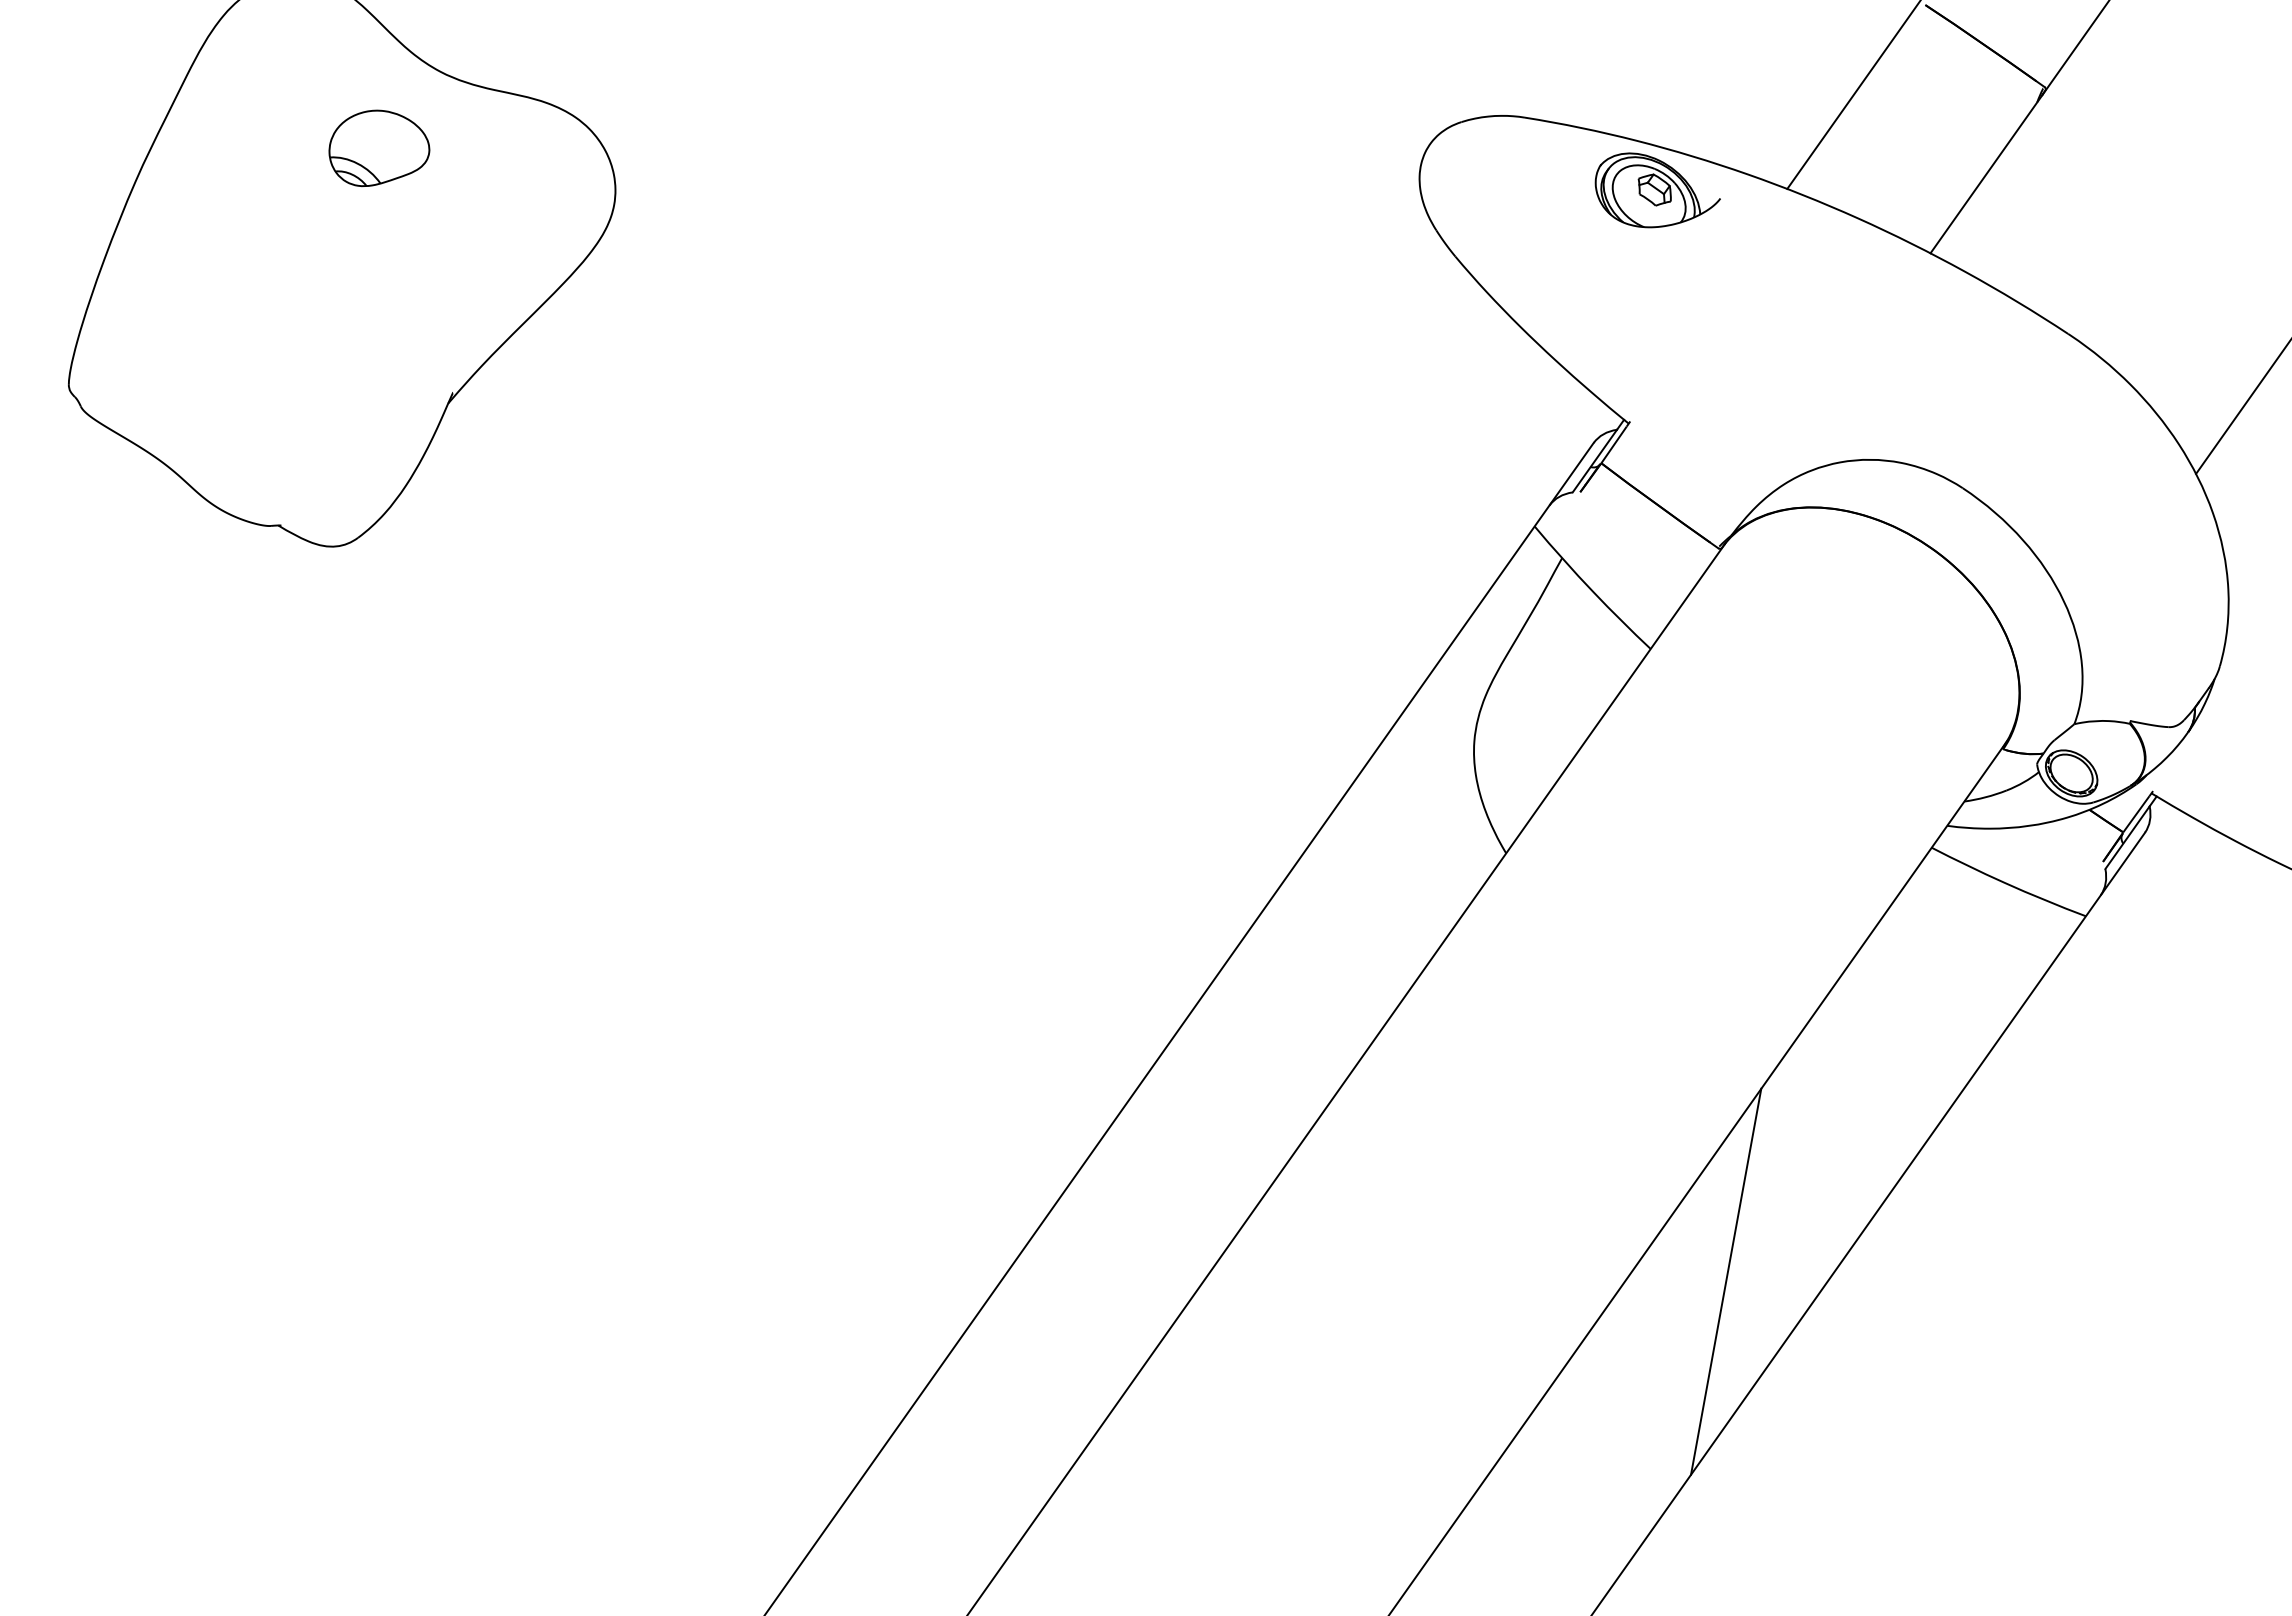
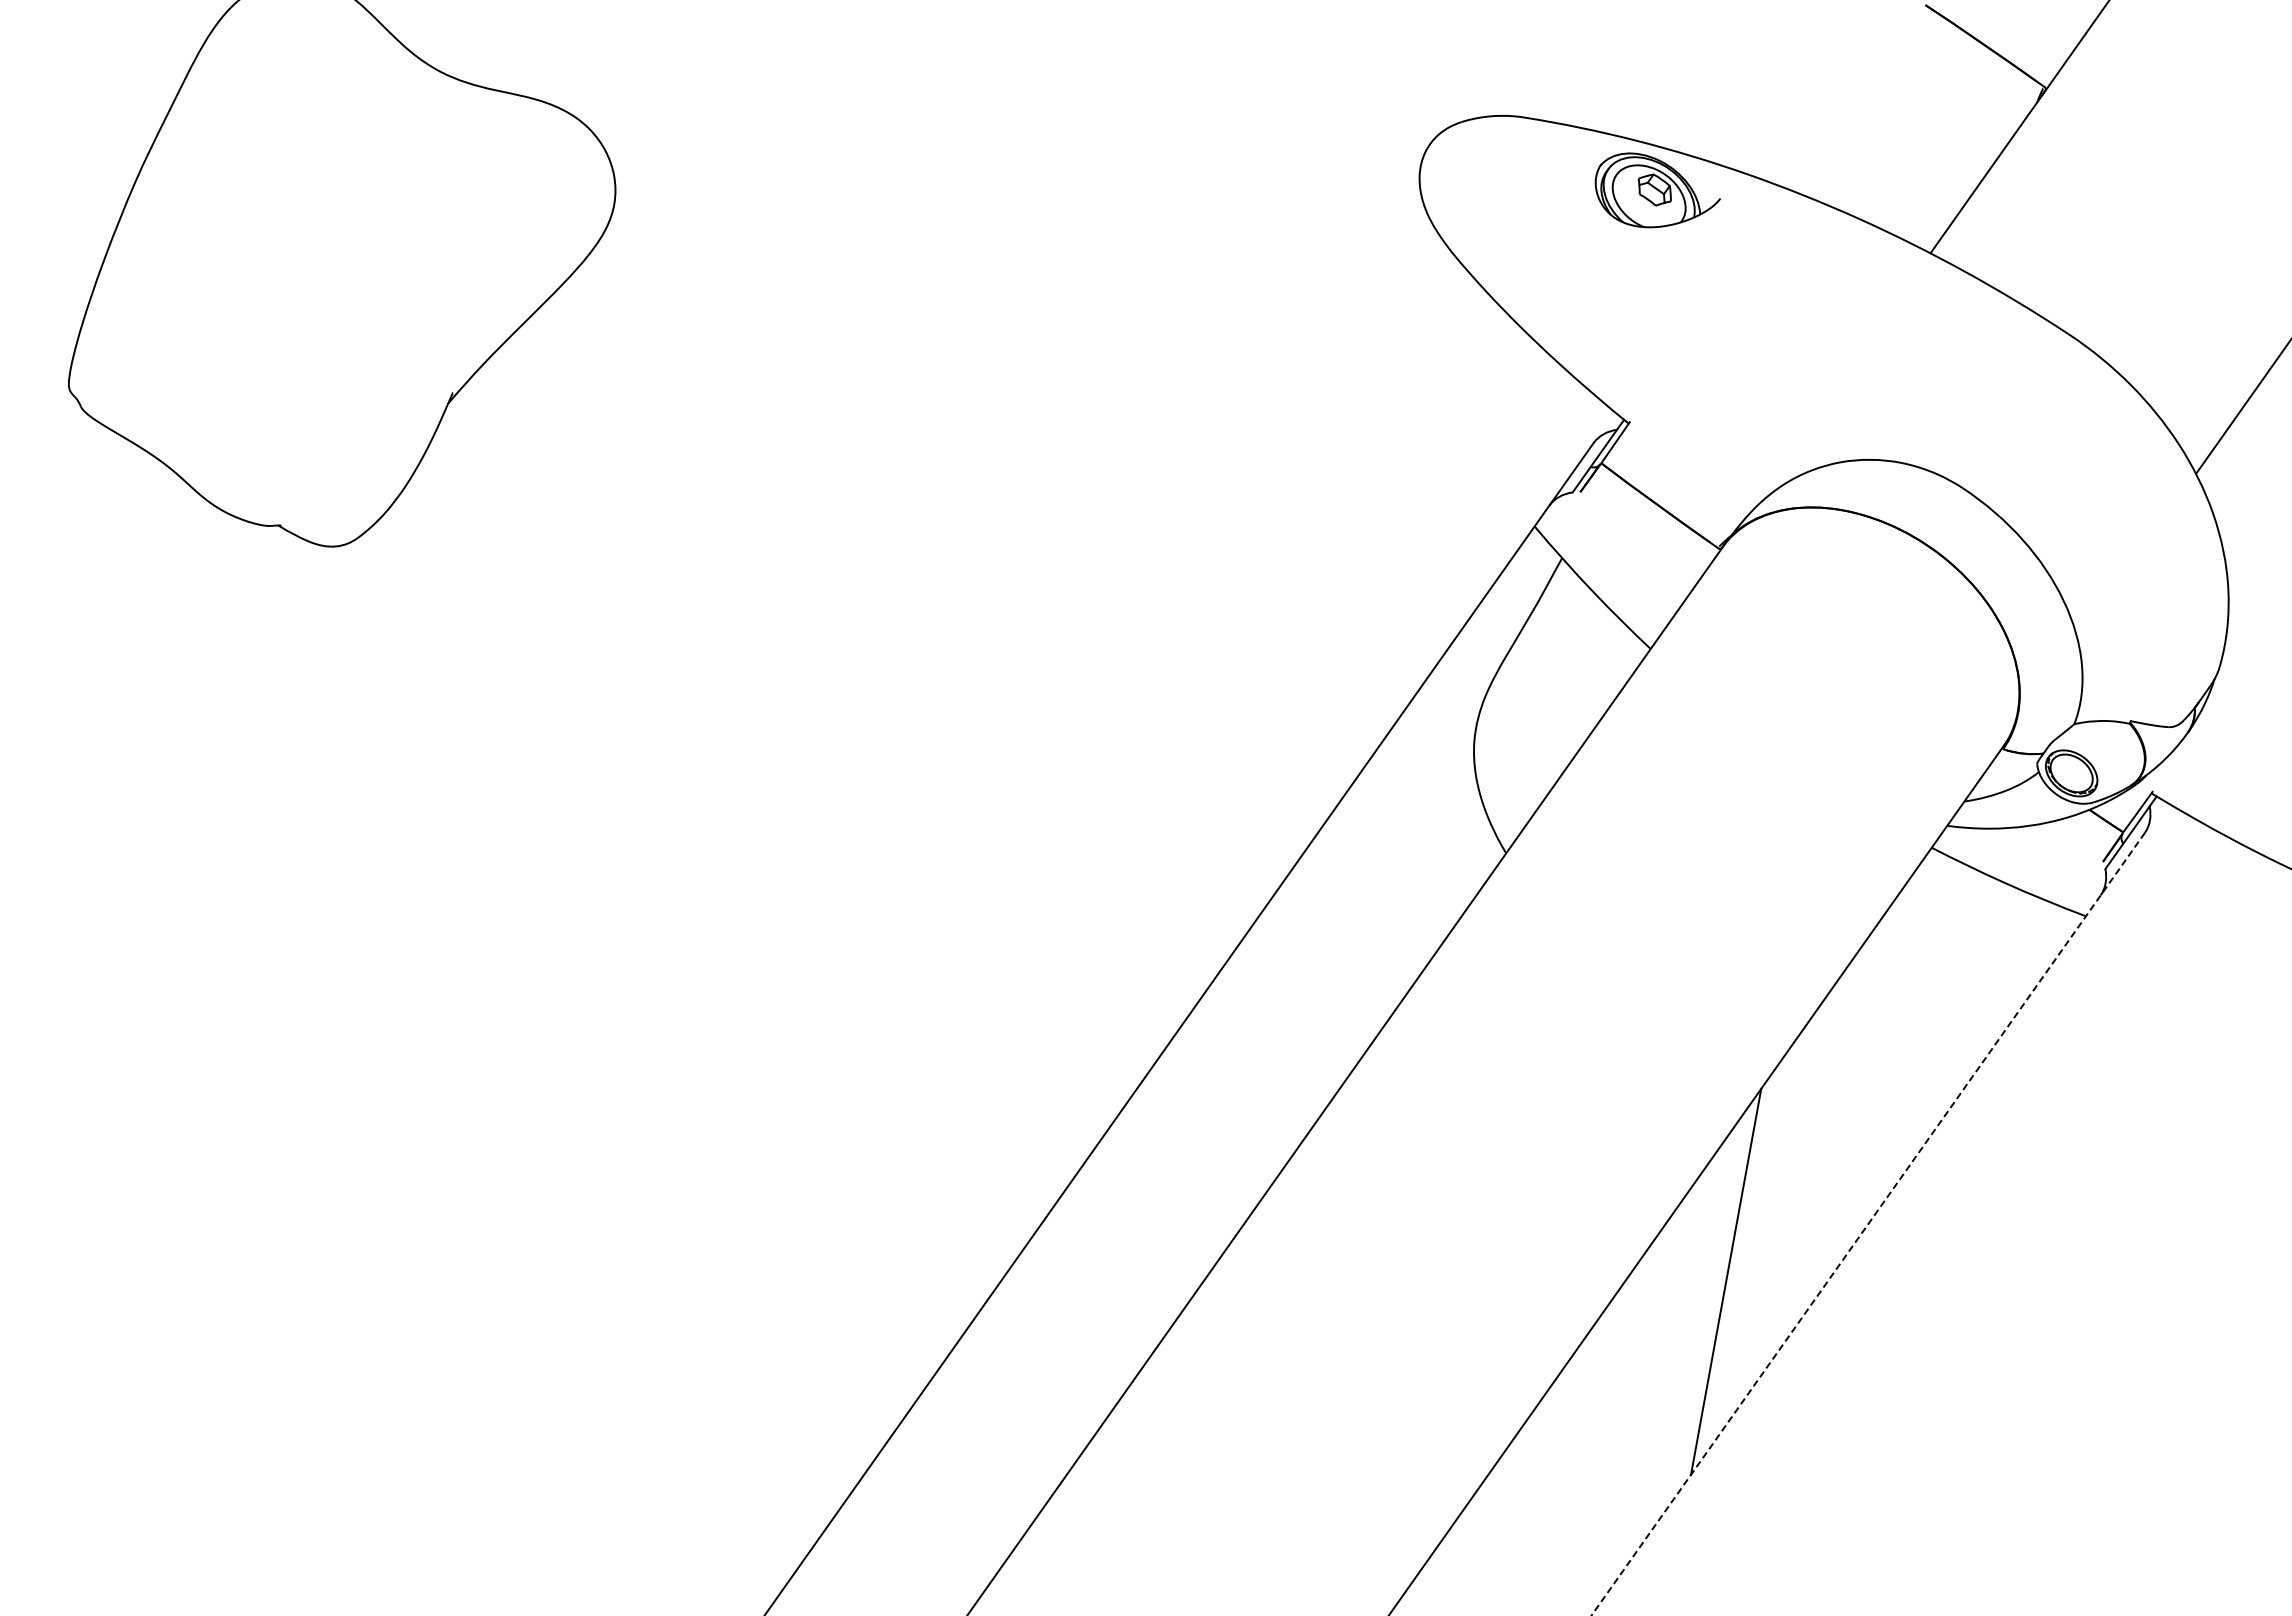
line at (1853, 95): present -> none
part at (379, 148): present -> none
line at (1867, 1224): solid -> dashed
